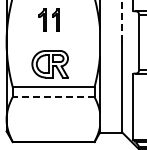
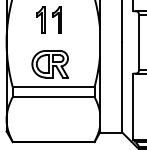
part at (48, 19) size: 22x24 px -> 26x28 px
line at (122, 21): dashed -> solid
line at (53, 97): dashed -> solid
